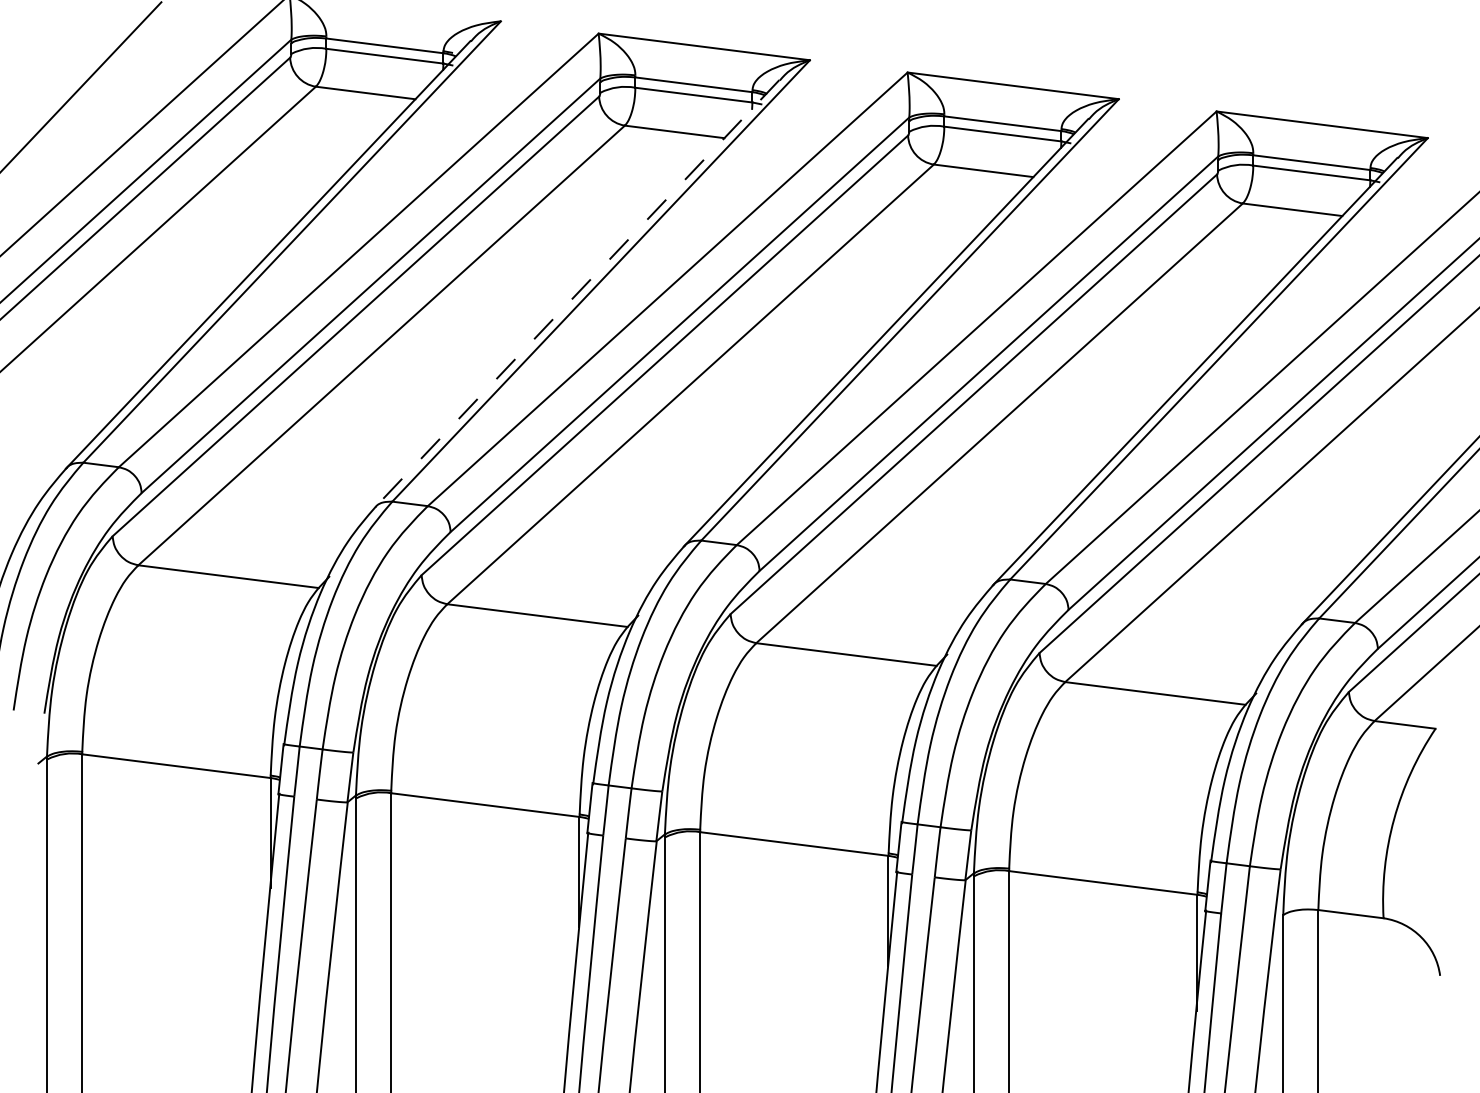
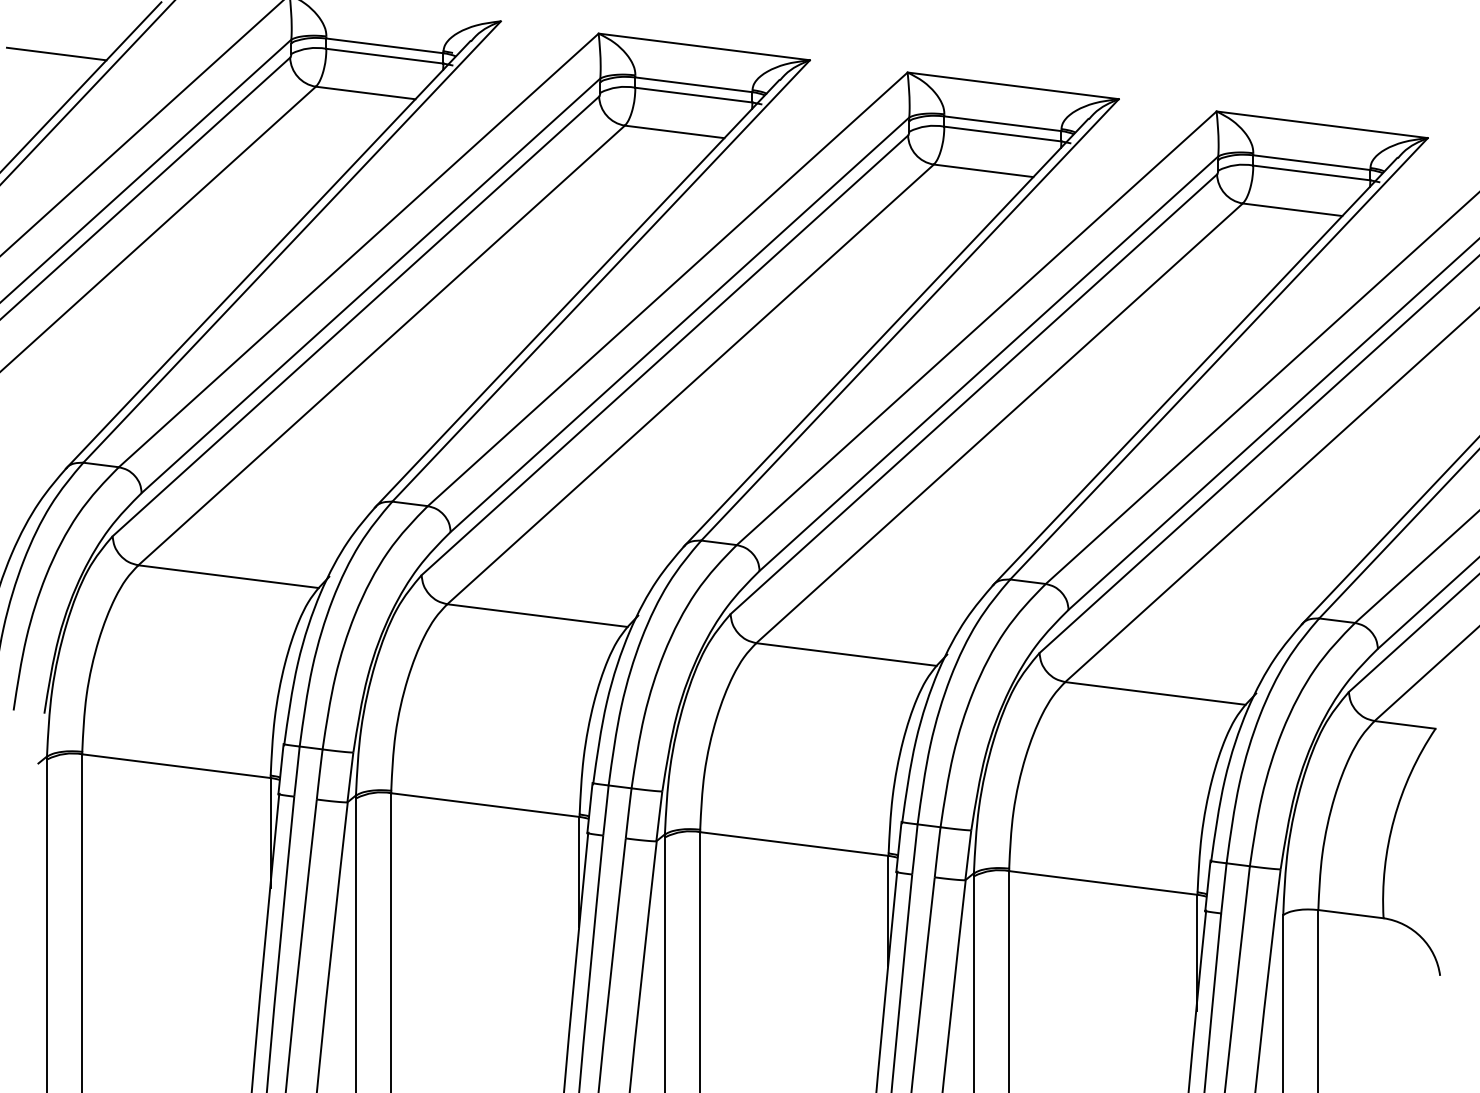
line at (56, 53): none -> present
line at (87, 92): none -> present
line at (576, 294): dashed -> solid
